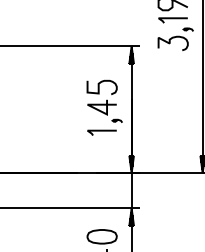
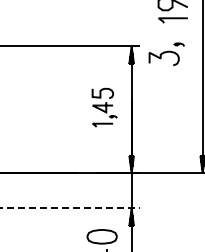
part at (175, 39) position: (175, 39) -> (166, 54)
part at (104, 107) size: 37x57 px -> 27x41 px
line at (70, 208): solid -> dashed
